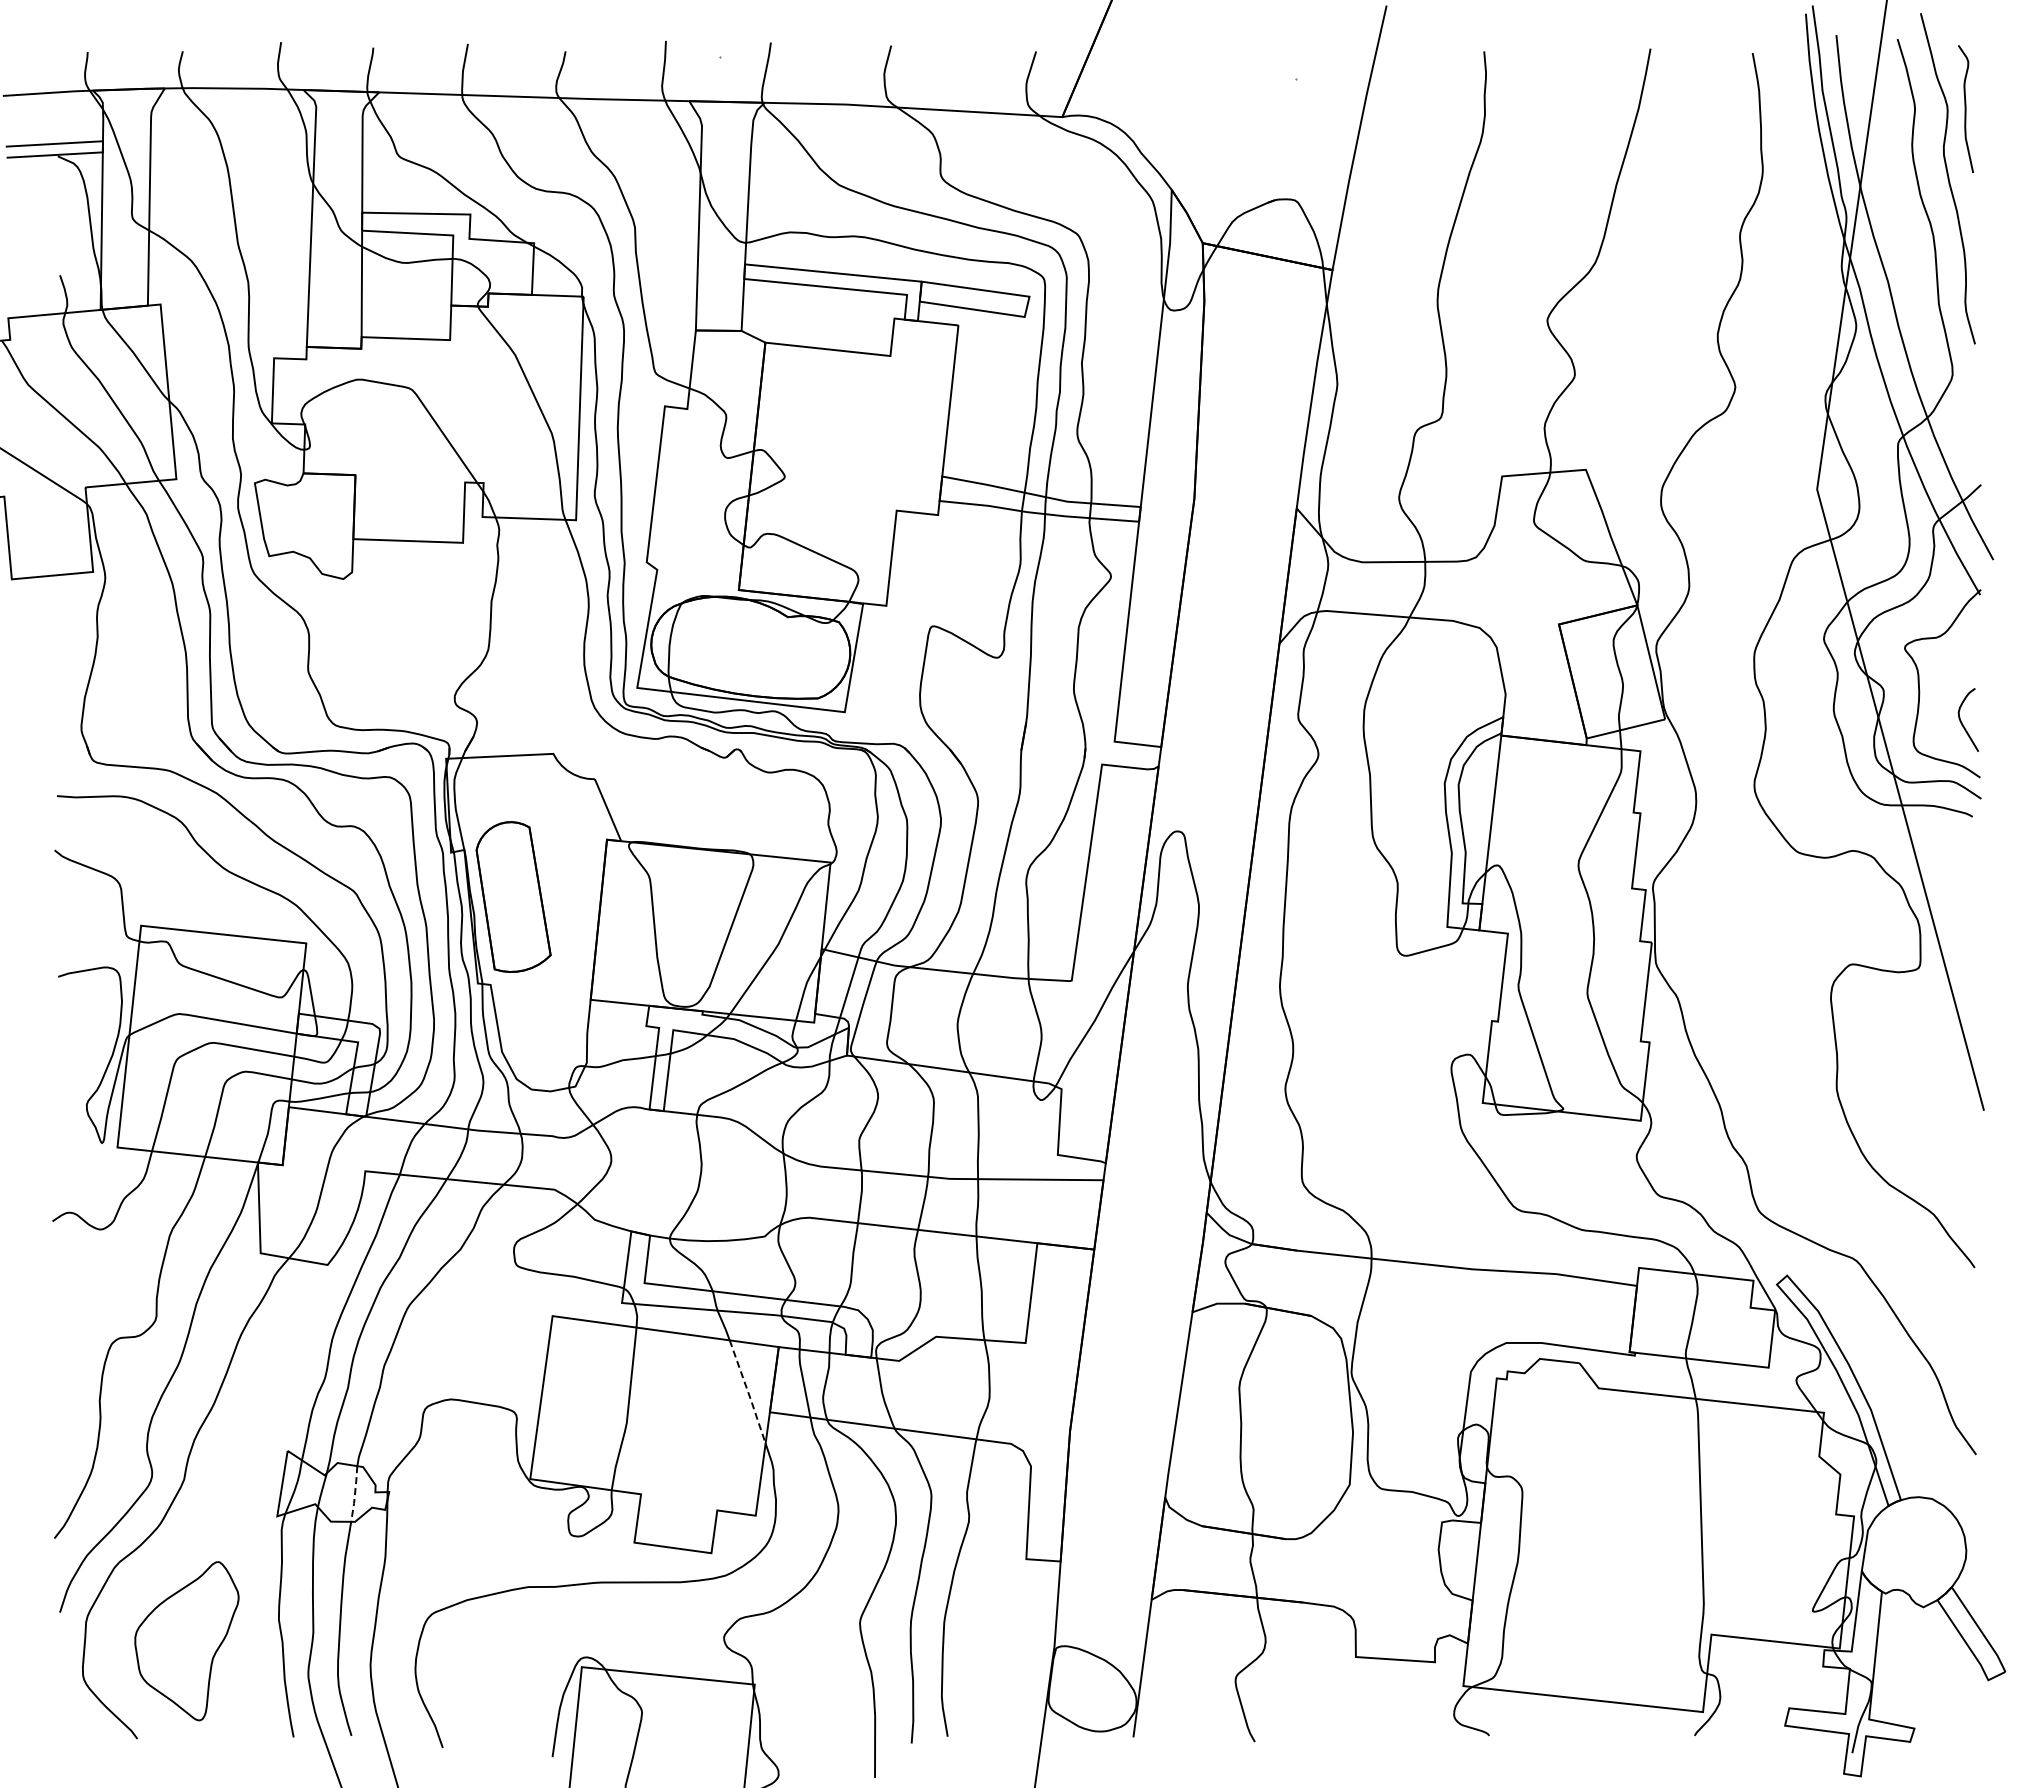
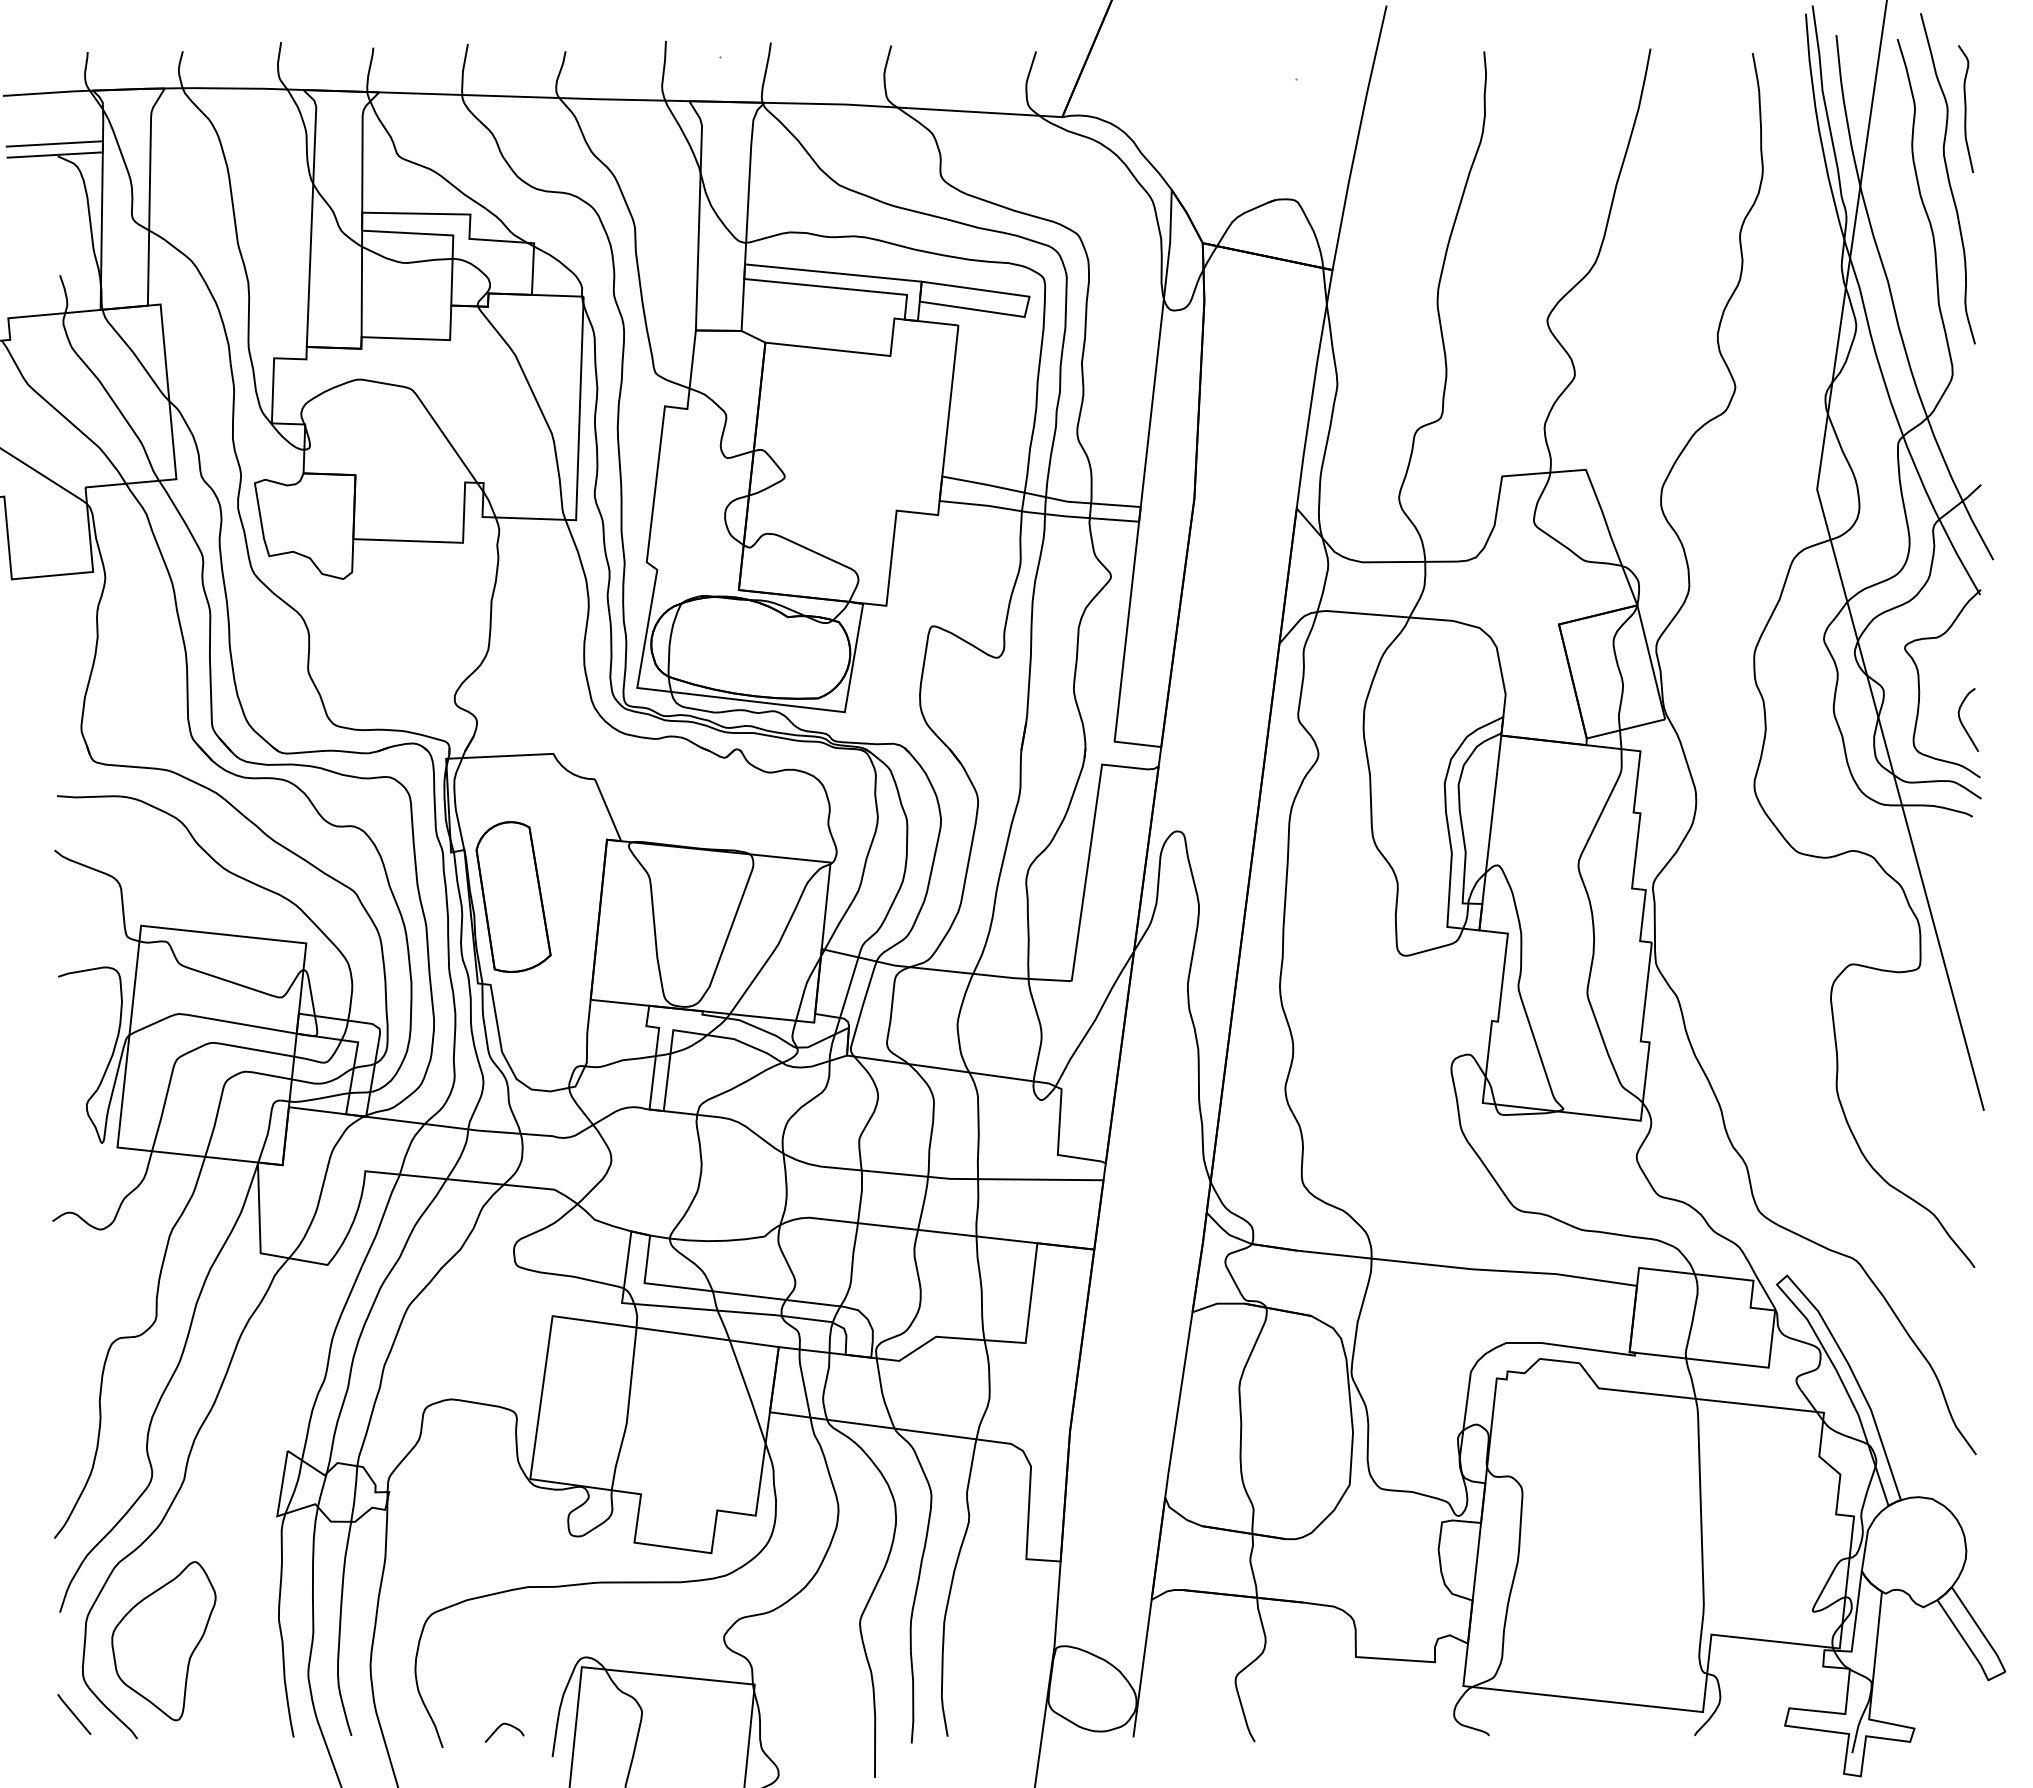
line at (748, 1393): dashed -> solid
line at (355, 1493): dashed -> solid
part at (186, 1641) position: (186, 1641) -> (163, 1641)
line at (74, 1714): none -> present
curve at (500, 1727): none -> present
